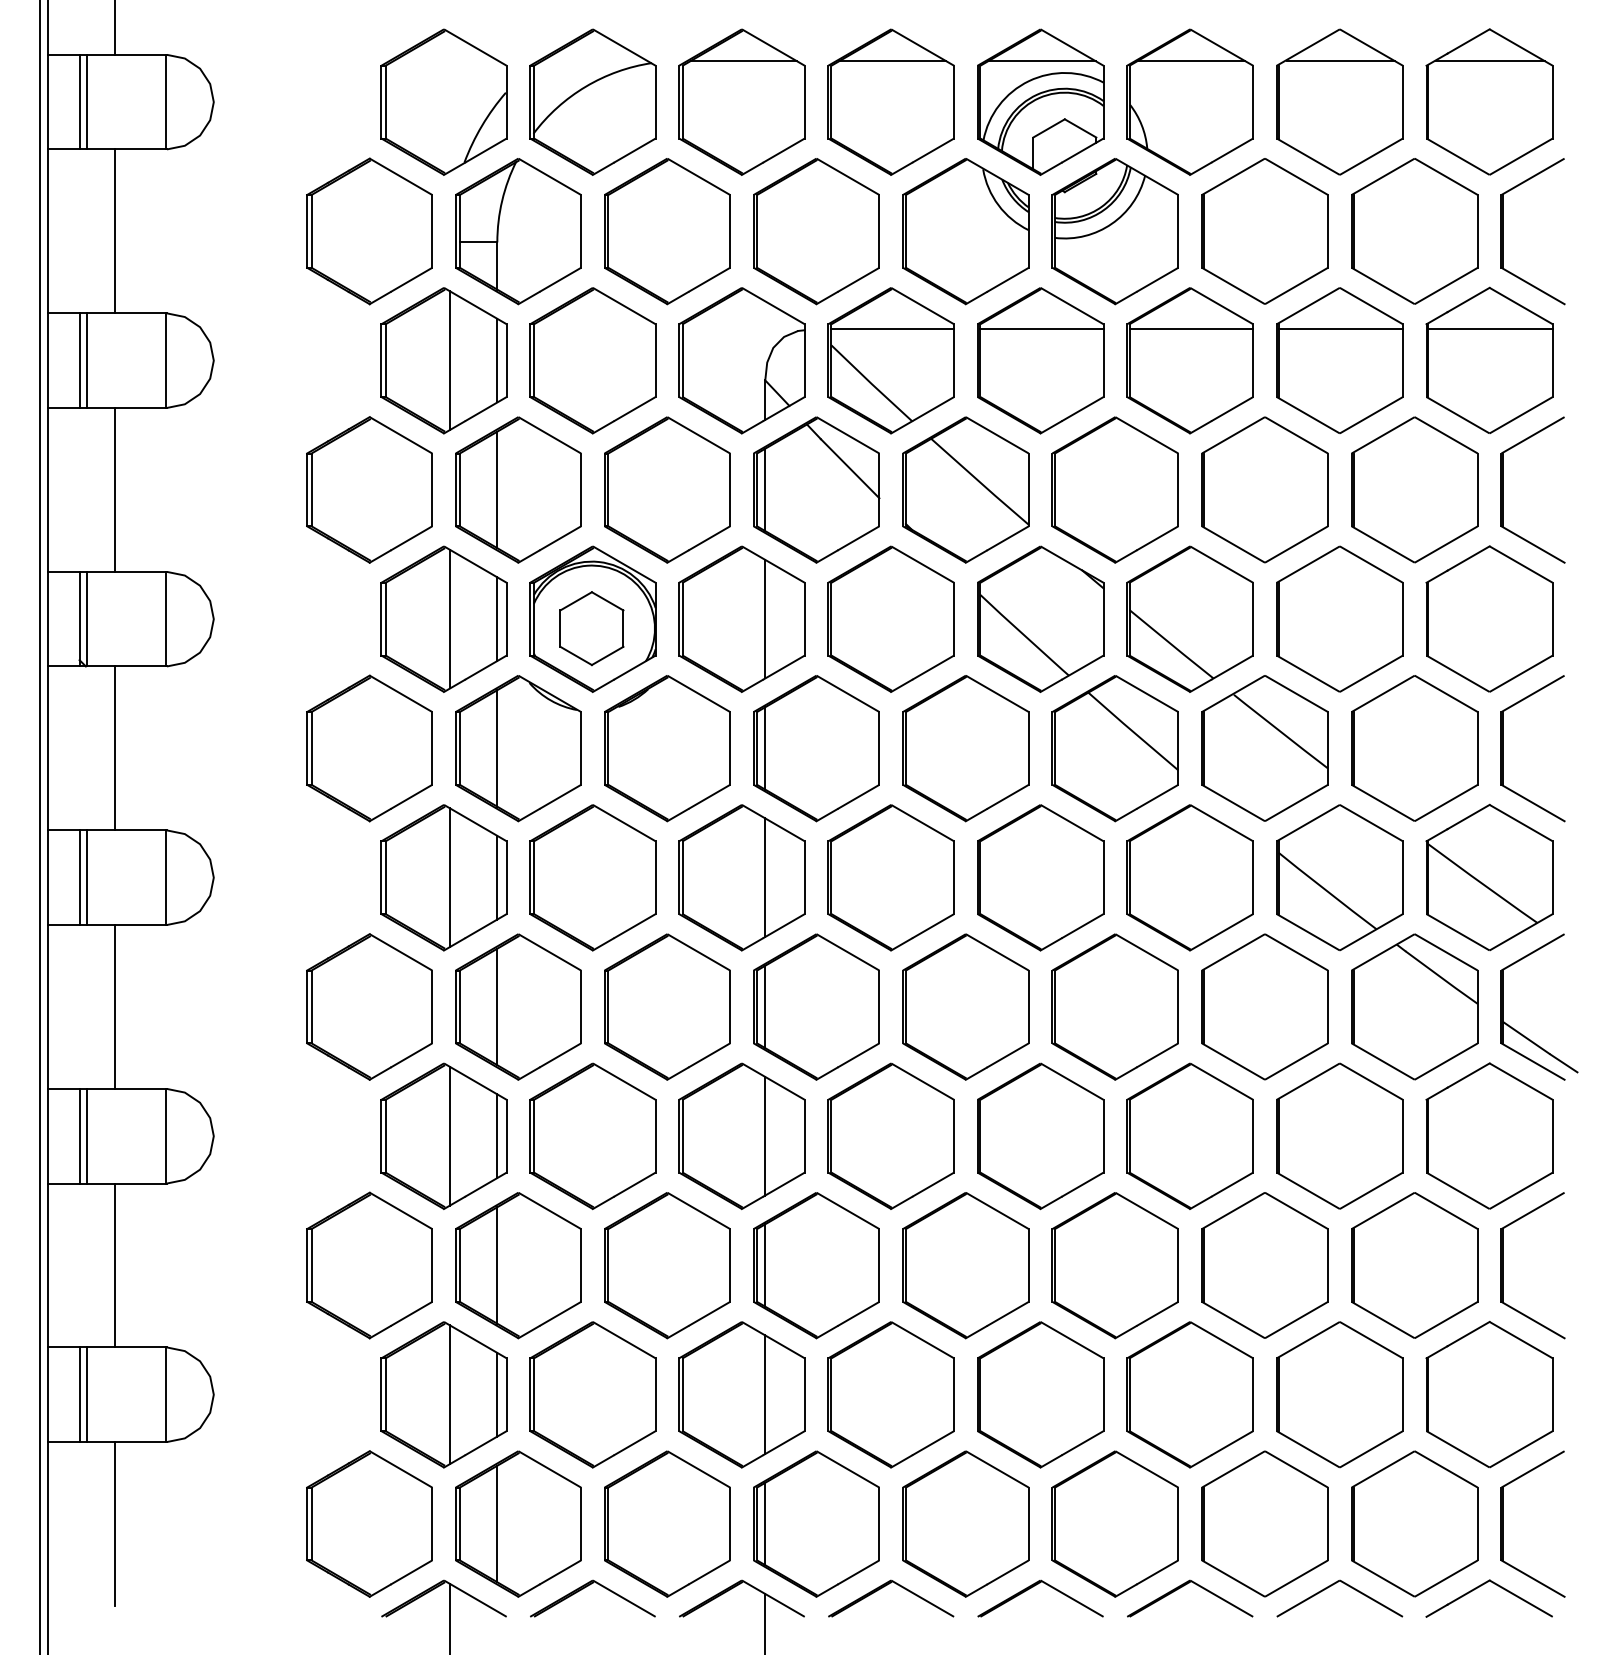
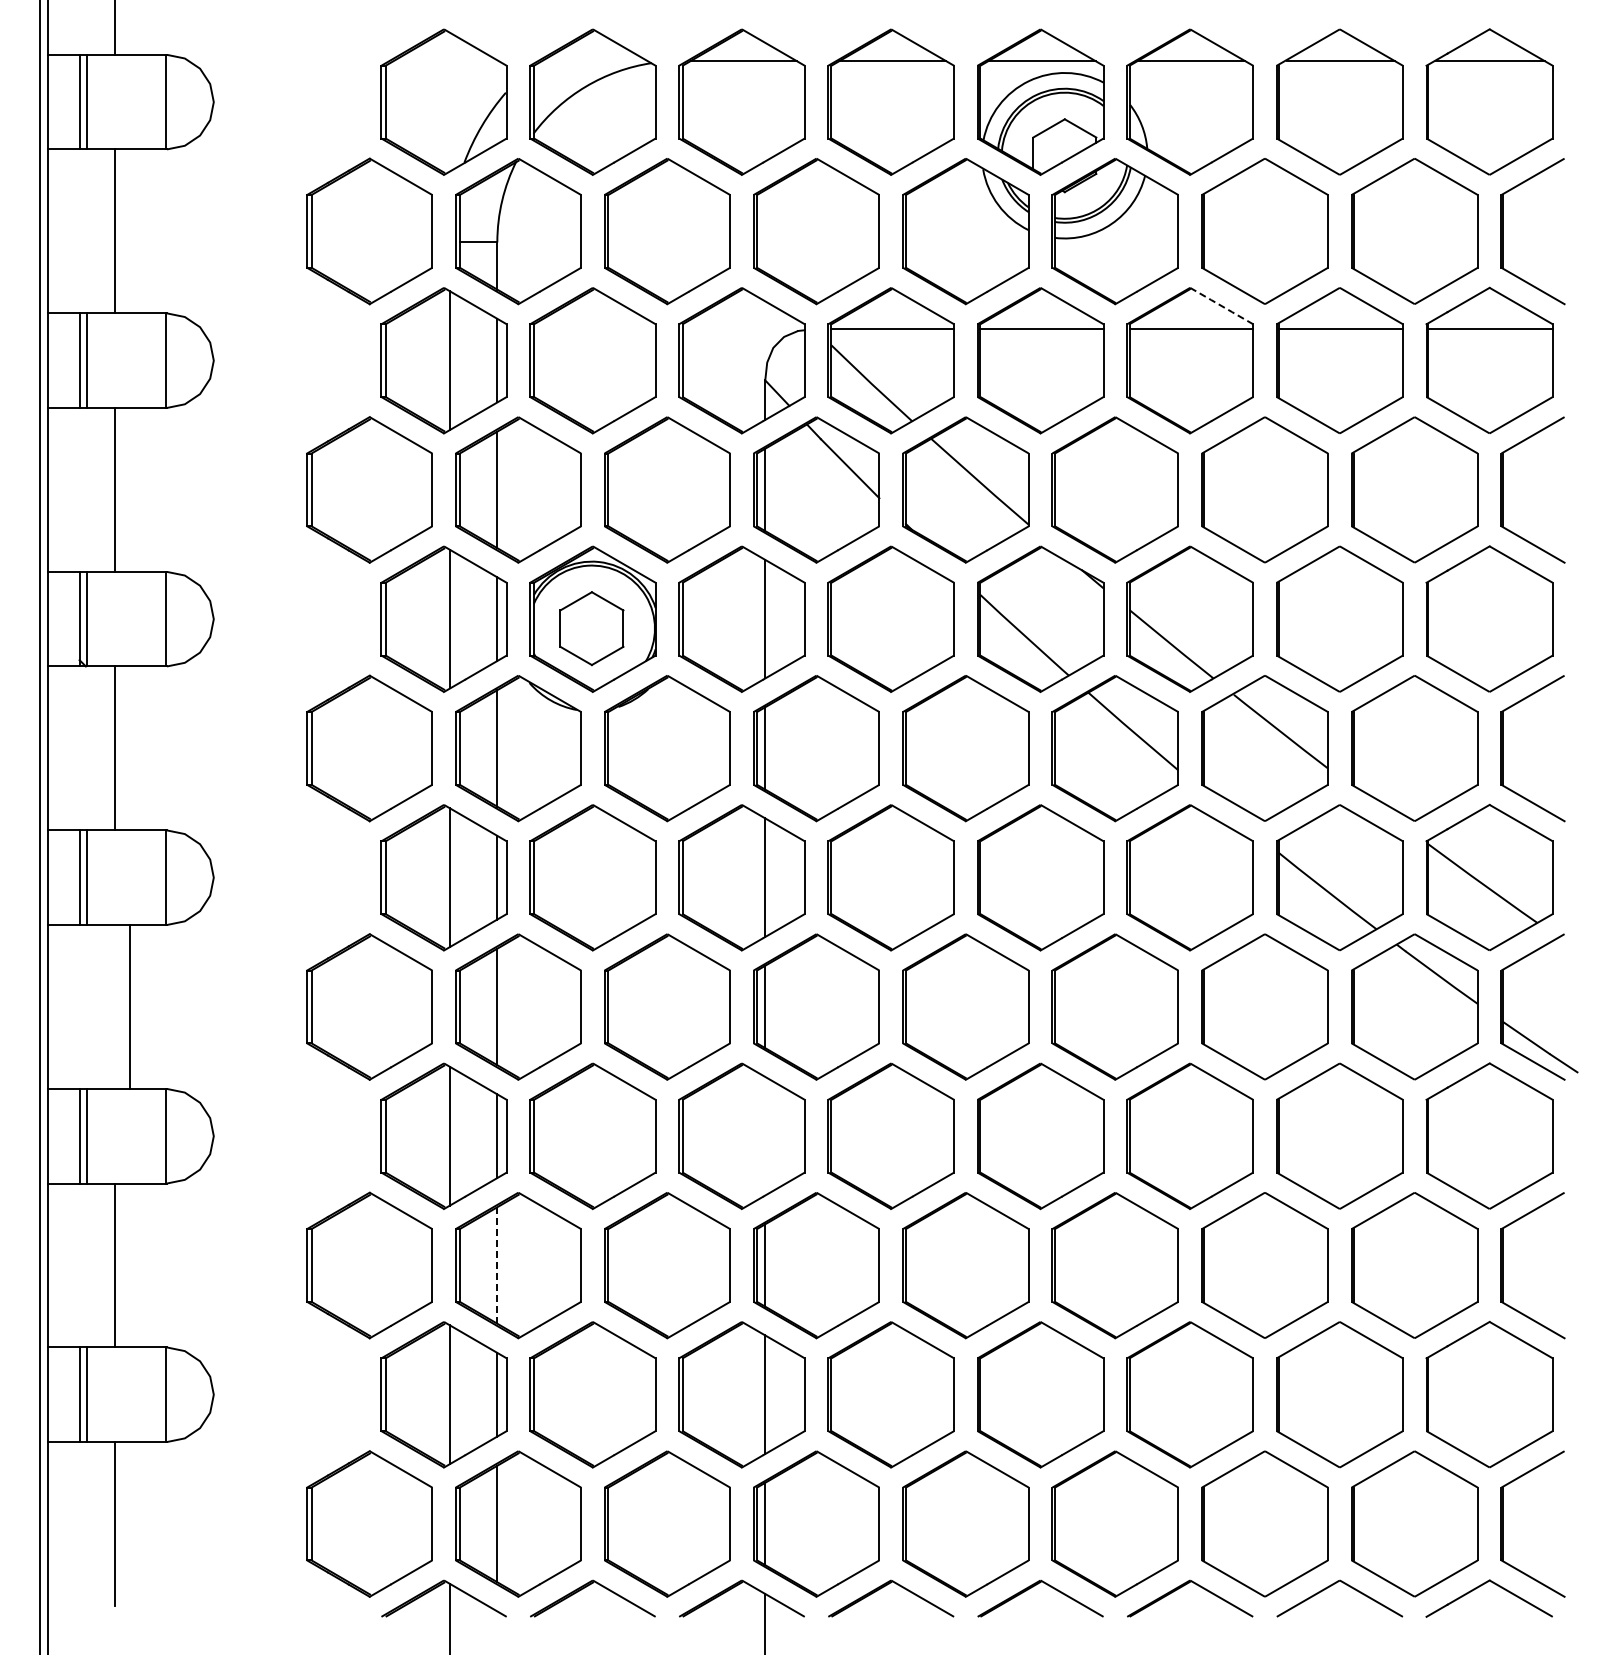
line at (1222, 306): solid -> dashed
line at (114, 1006) position: (114, 1006) -> (129, 1006)
line at (765, 1135): present -> none
line at (497, 1265): solid -> dashed
